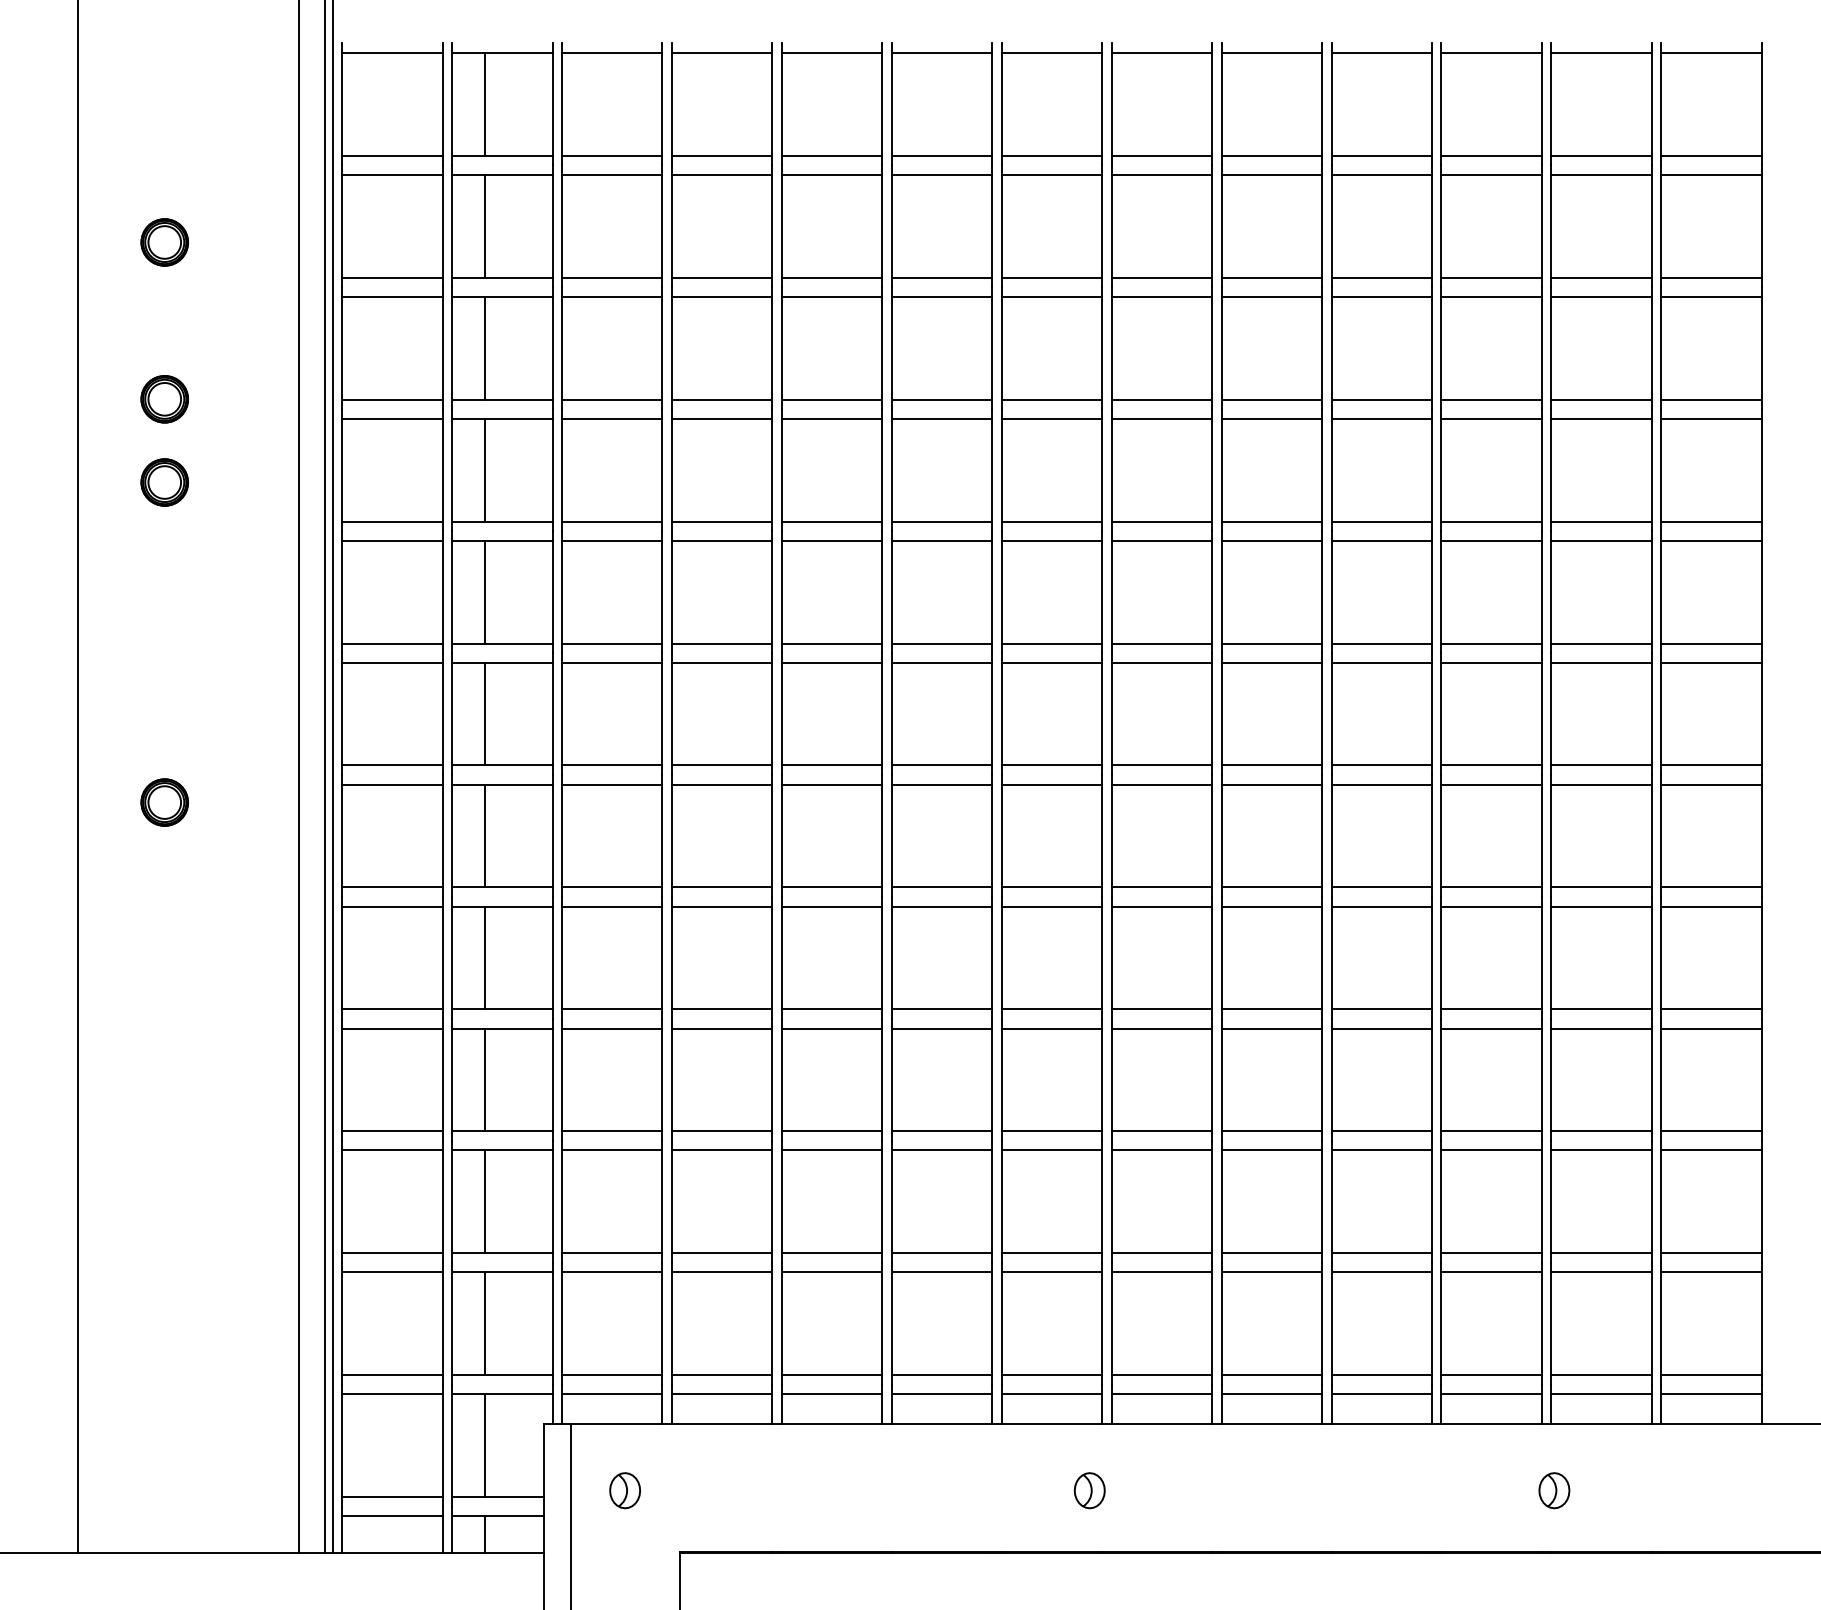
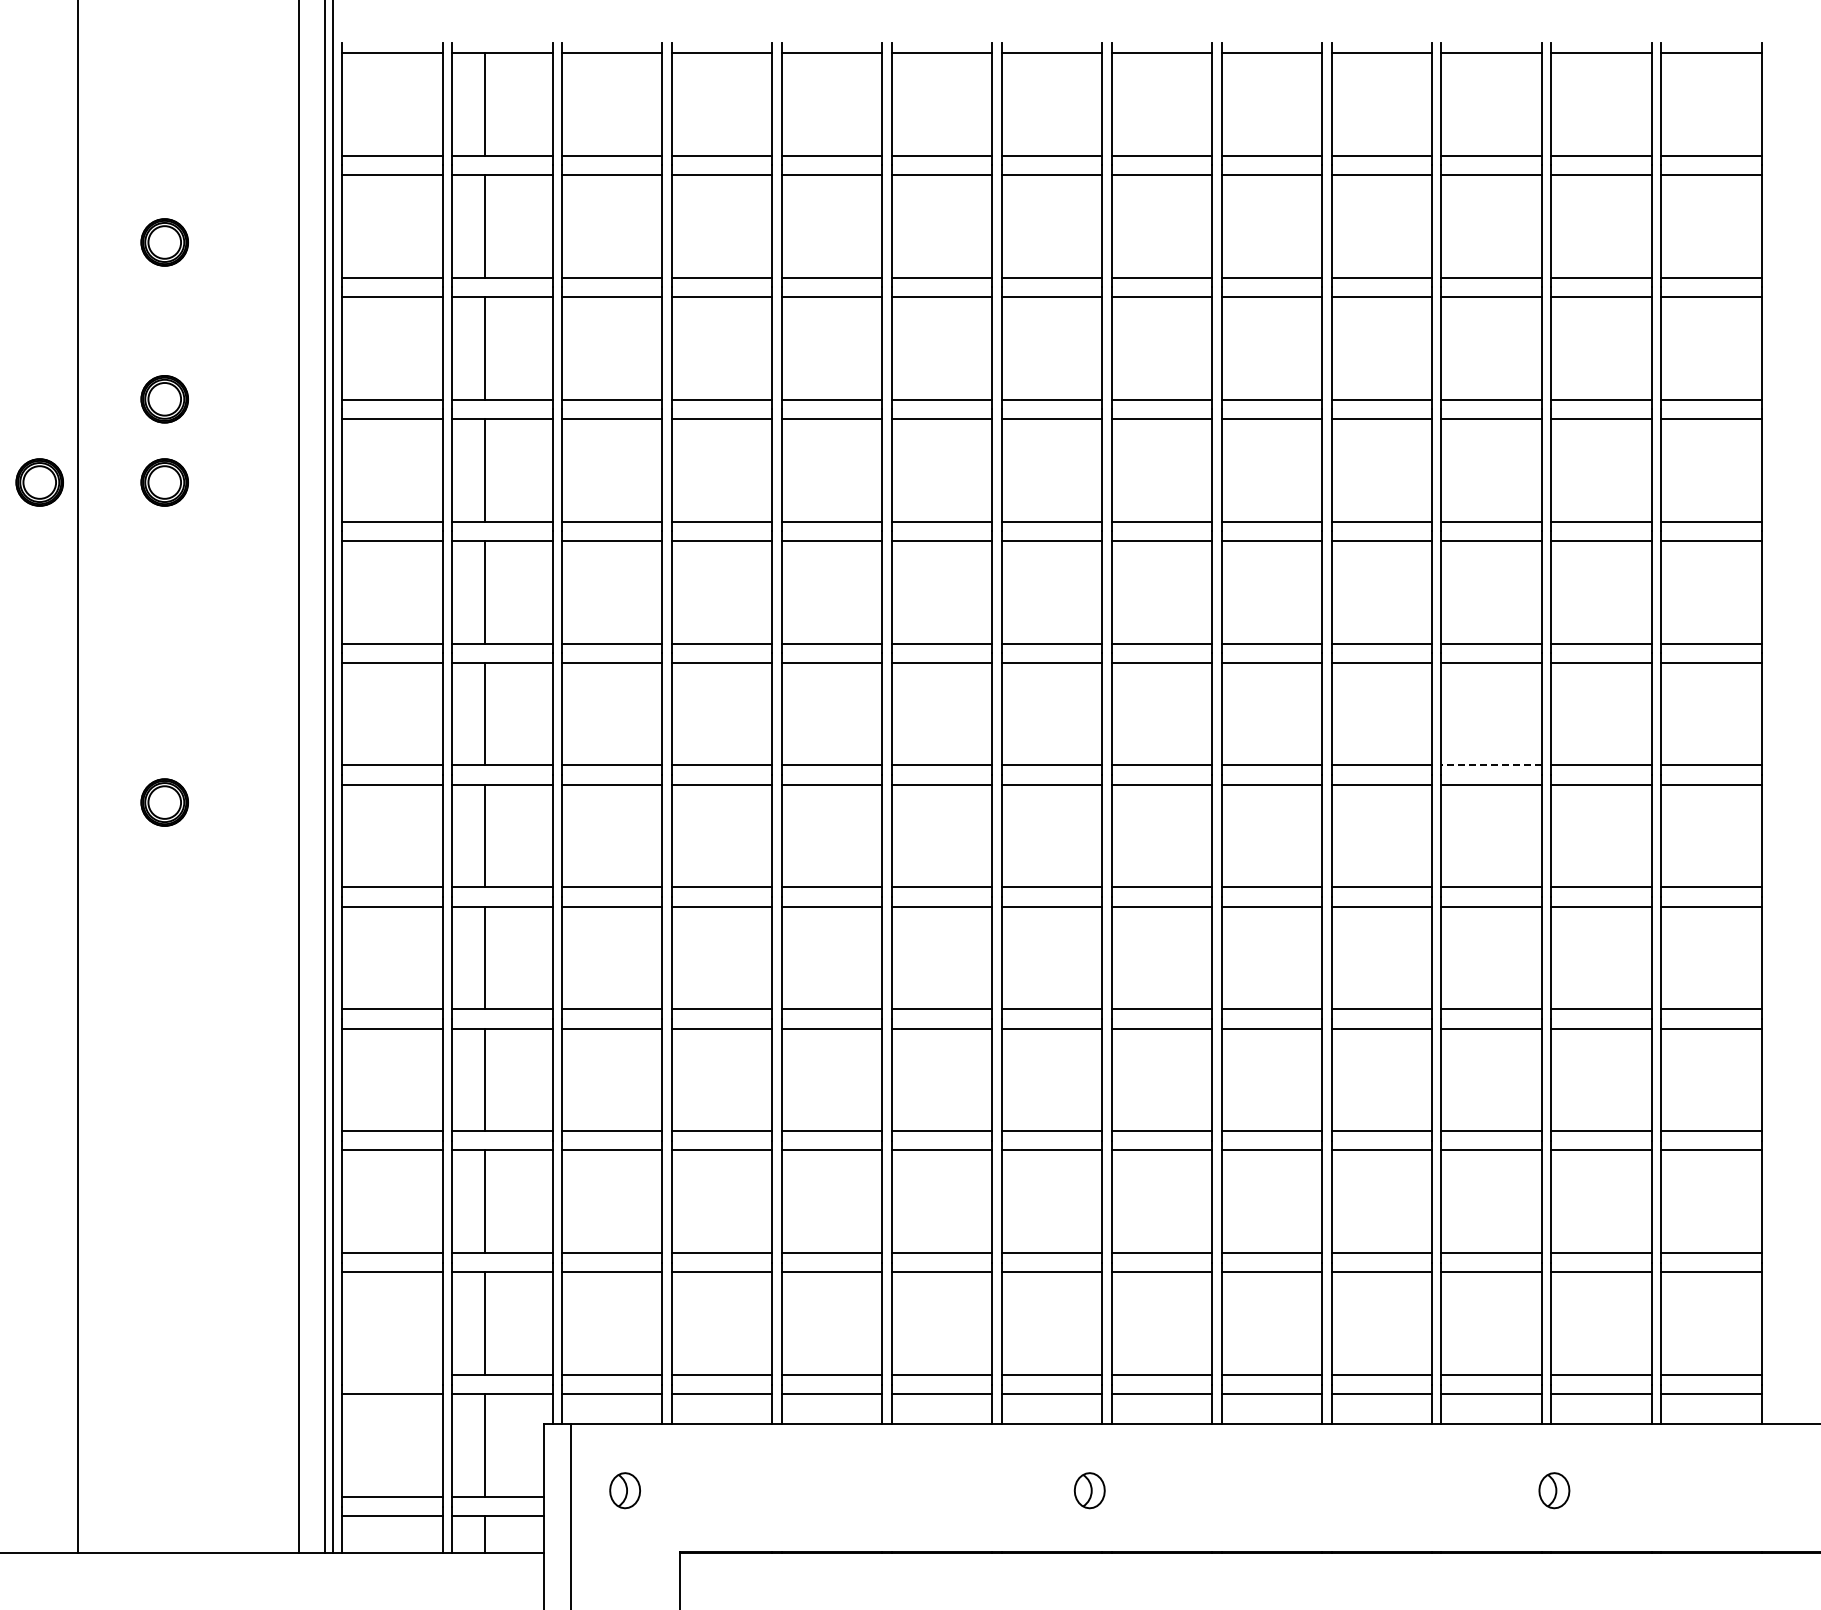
part at (39, 482): none -> present
line at (1491, 765): solid -> dashed
line at (392, 1375): present -> none
